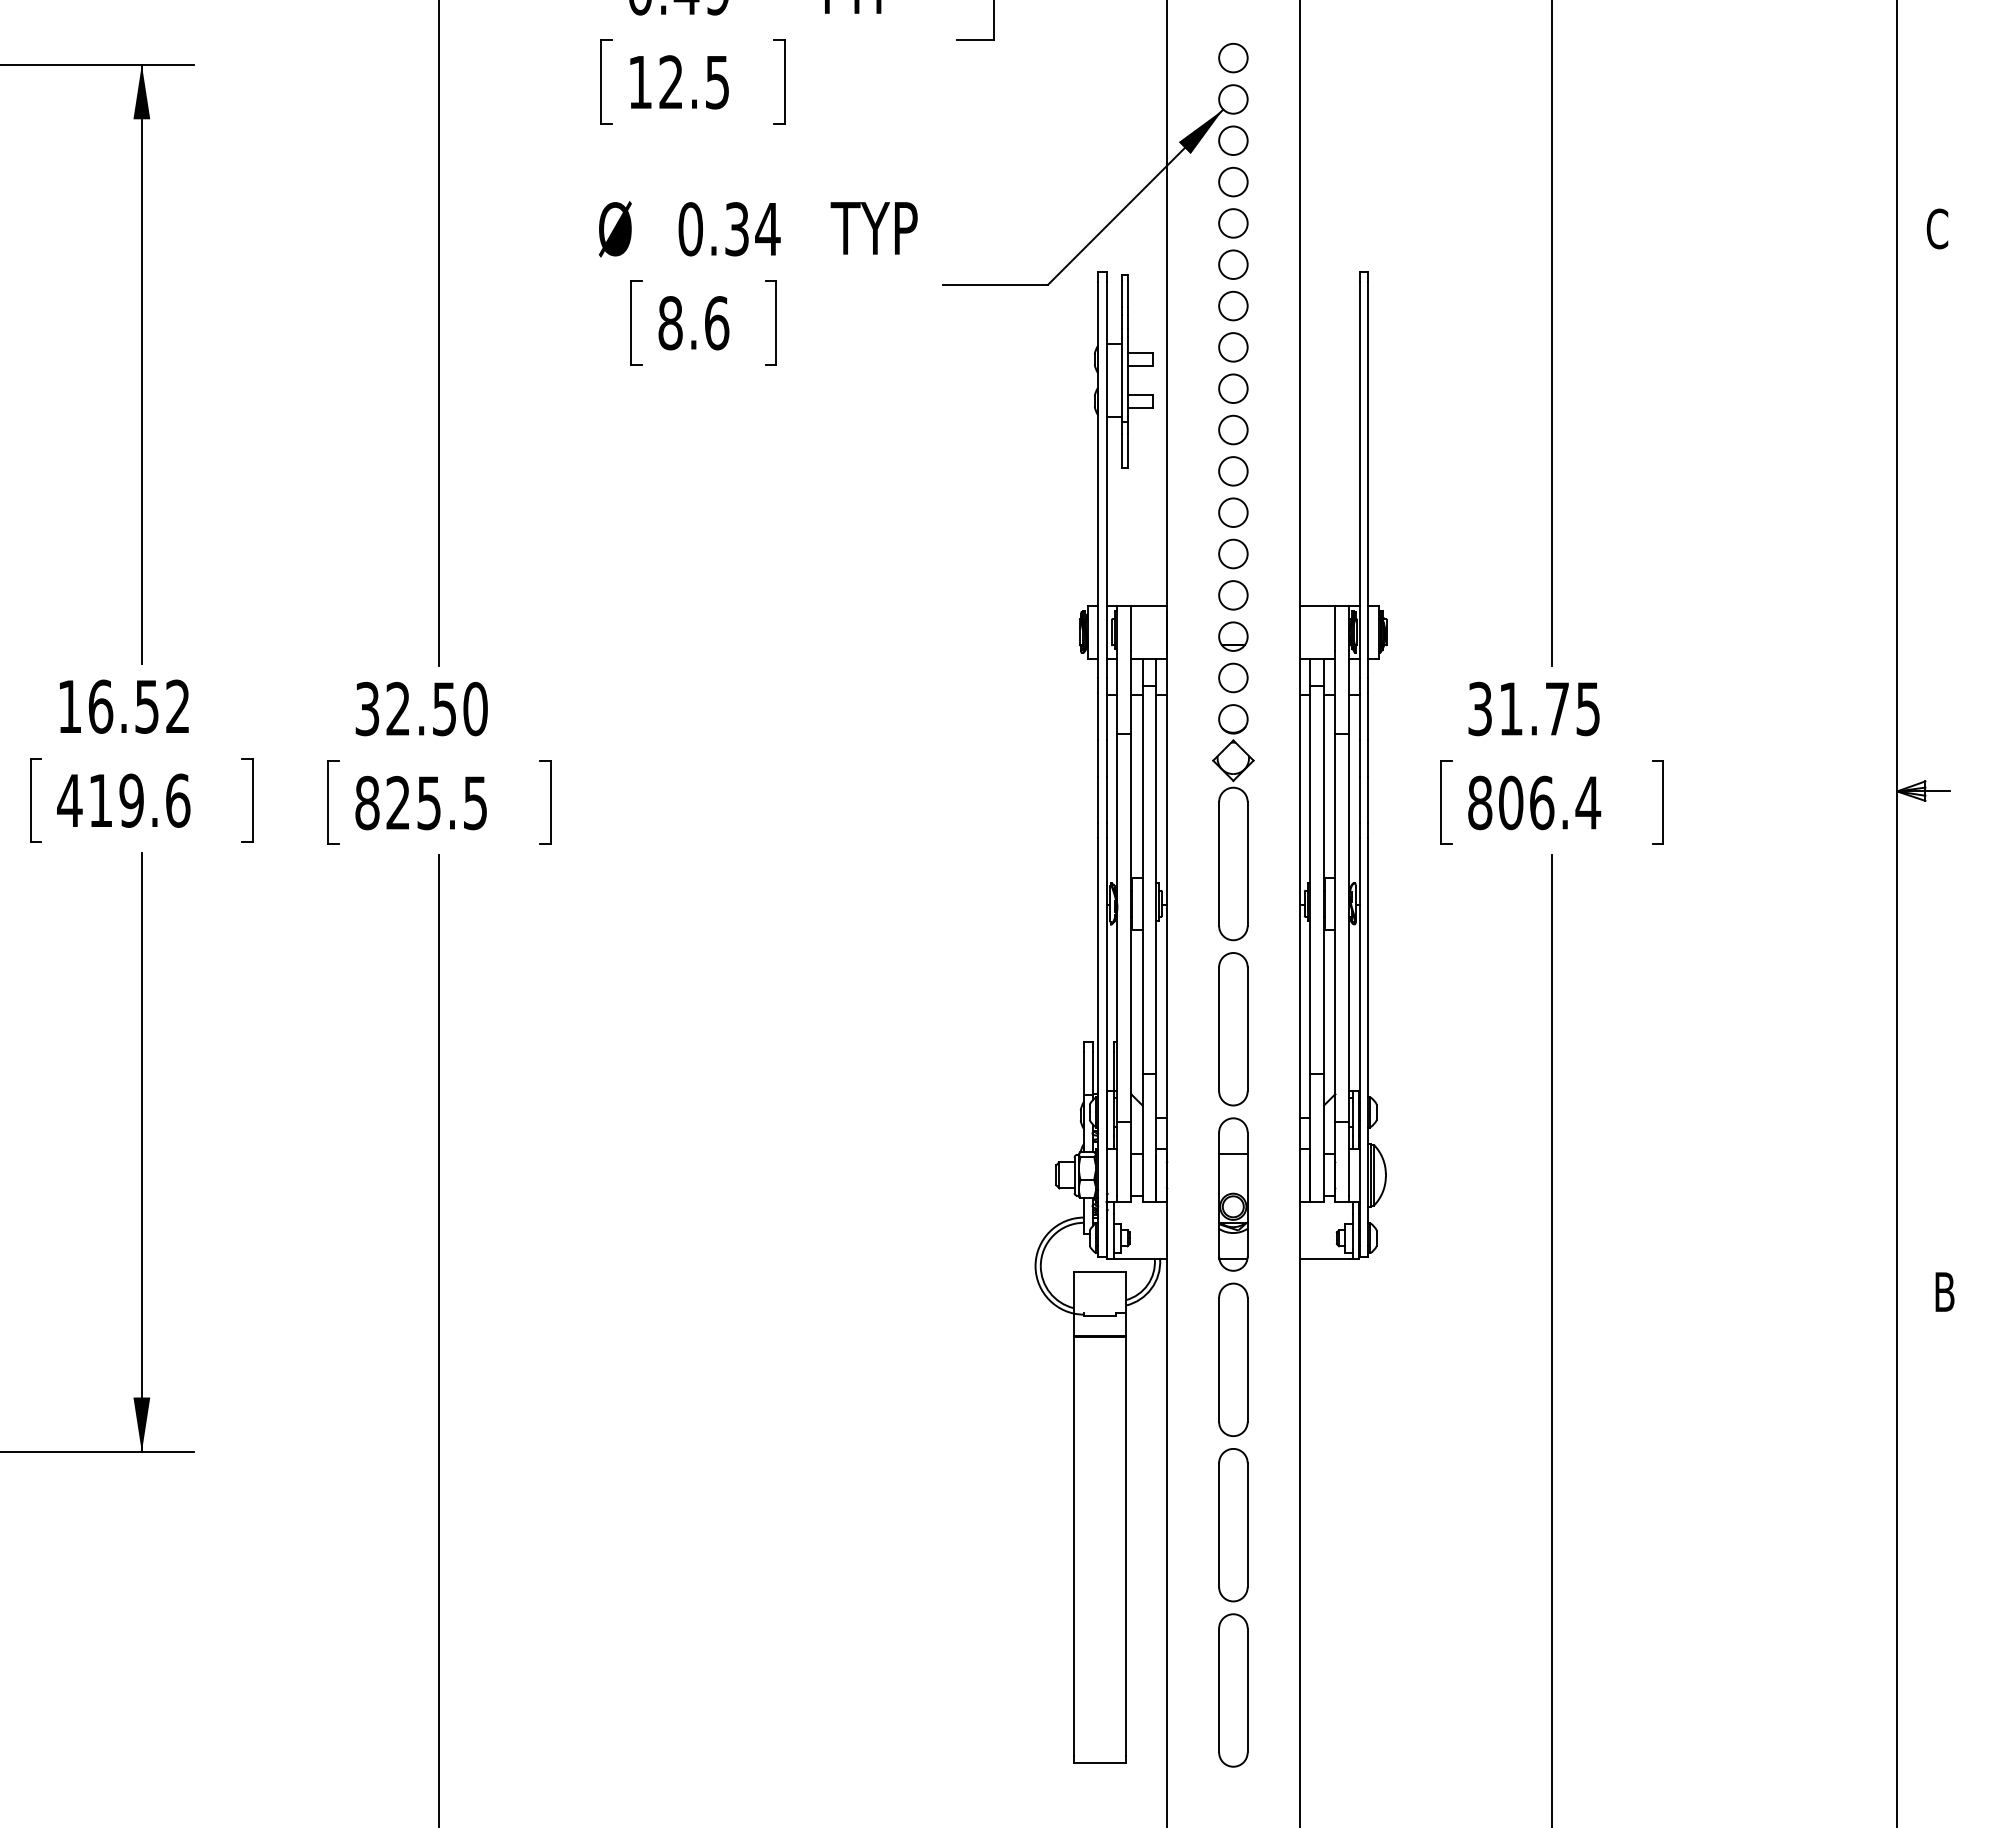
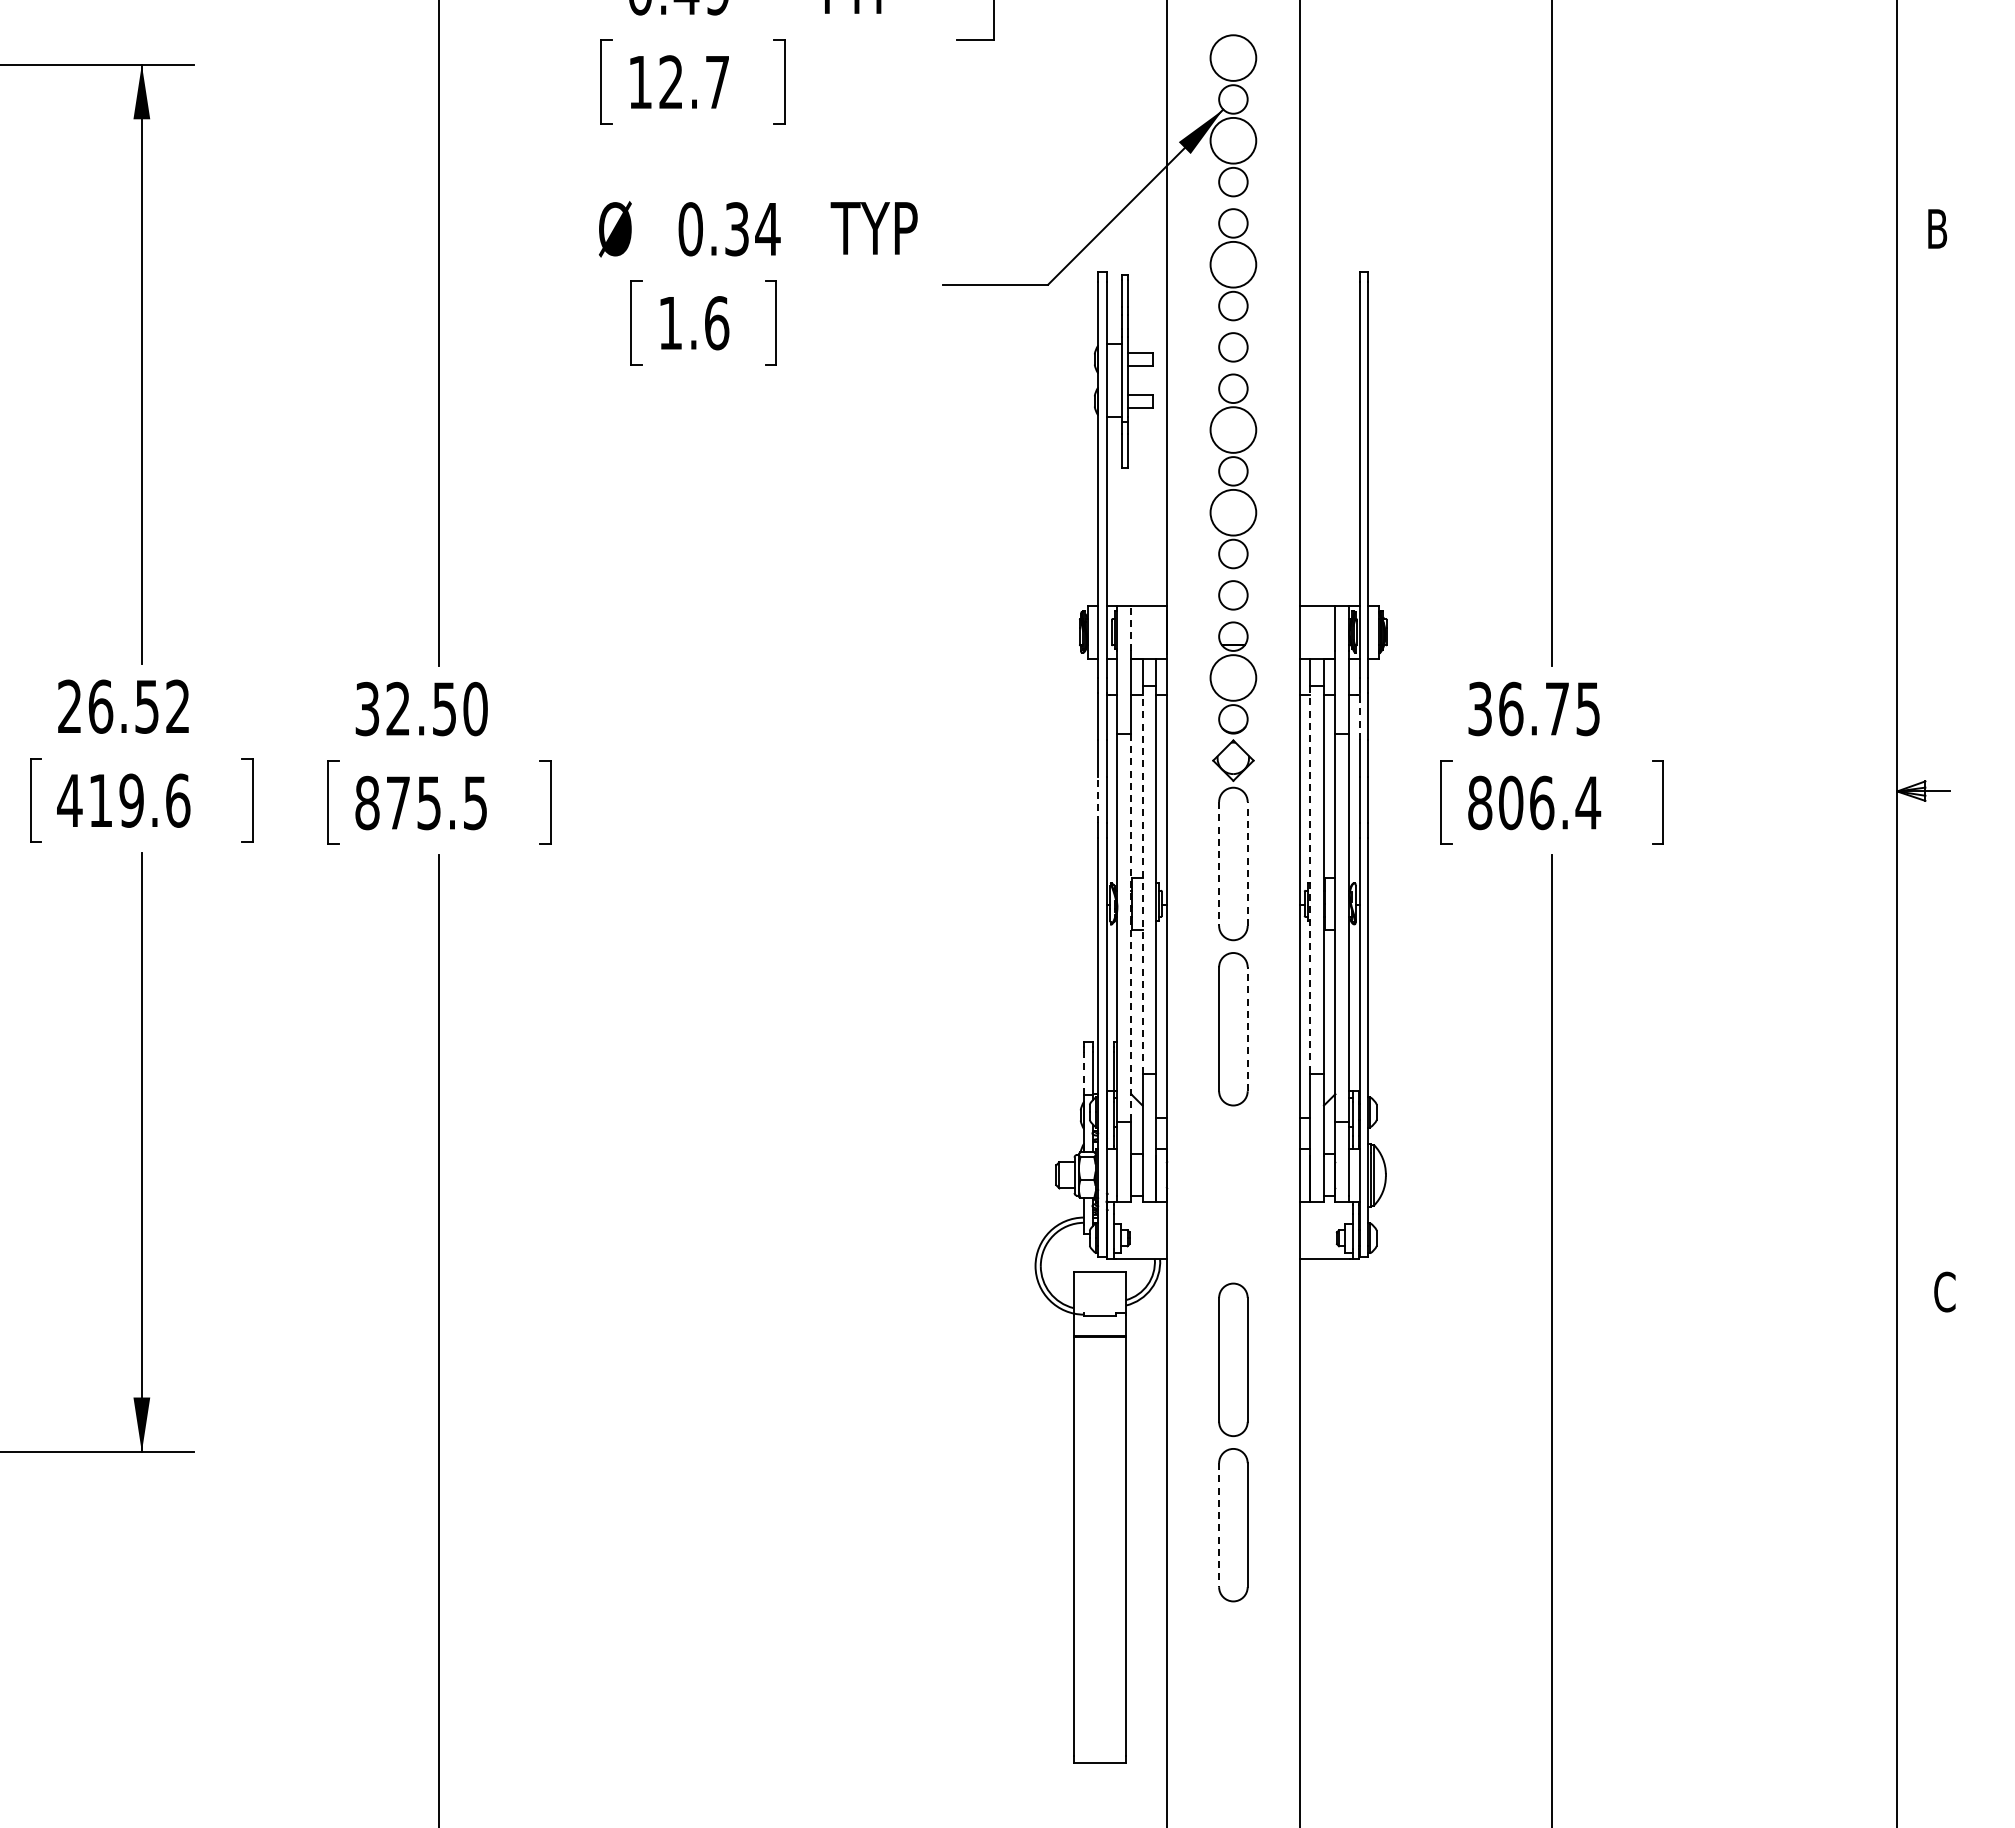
circle at (1233, 57) diameter: 29 px -> 46 px
text at (717, 82): 12.5 -> 12.7
circle at (1233, 140) diameter: 29 px -> 46 px
text at (1937, 228): C -> B
circle at (1233, 264) diameter: 29 px -> 46 px
text at (670, 323): 8.6 -> 1.6
circle at (1233, 429) diameter: 29 px -> 46 px
circle at (1233, 512) diameter: 29 px -> 46 px
line at (1131, 628): solid -> dashed
circle at (1233, 677) diameter: 29 px -> 46 px
text at (69, 705): 16.52 -> 26.52
text at (1511, 708): 31.75 -> 36.75
line at (1359, 716): solid -> dashed
line at (1098, 799): solid -> dashed
text at (397, 802): 825.5 -> 875.5
line at (1219, 863): solid -> dashed
line at (1247, 863): solid -> dashed
line at (1142, 879): solid -> dashed
line at (1310, 879): solid -> dashed
line at (1131, 927): solid -> dashed
line at (1247, 1029): solid -> dashed
line at (1084, 1073): solid -> dashed
part at (1233, 1194): present -> none
text at (1944, 1291): B -> C
line at (1219, 1525): solid -> dashed
part at (1233, 1690): present -> none
